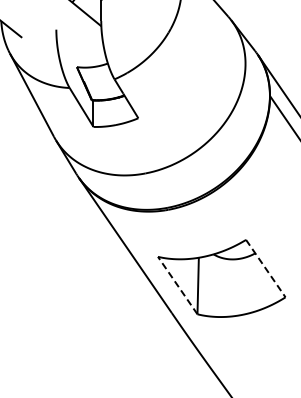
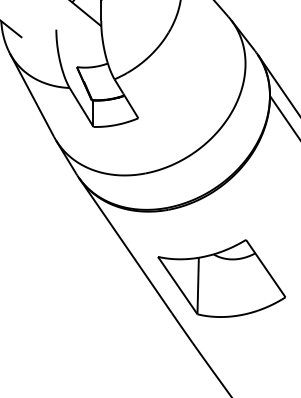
line at (265, 268): dashed -> solid
line at (177, 285): dashed -> solid
